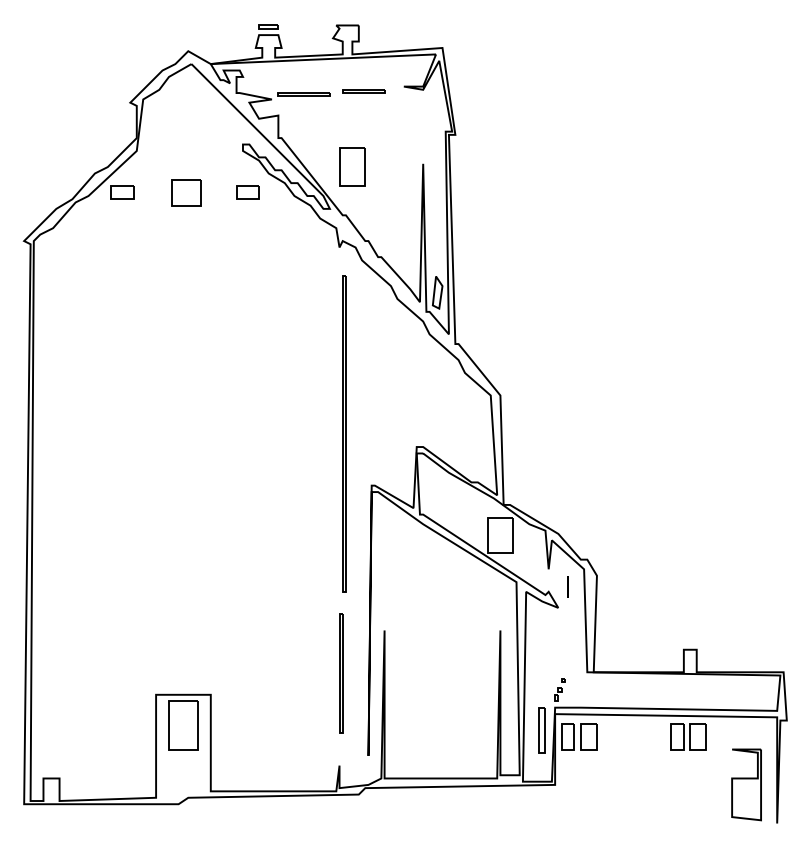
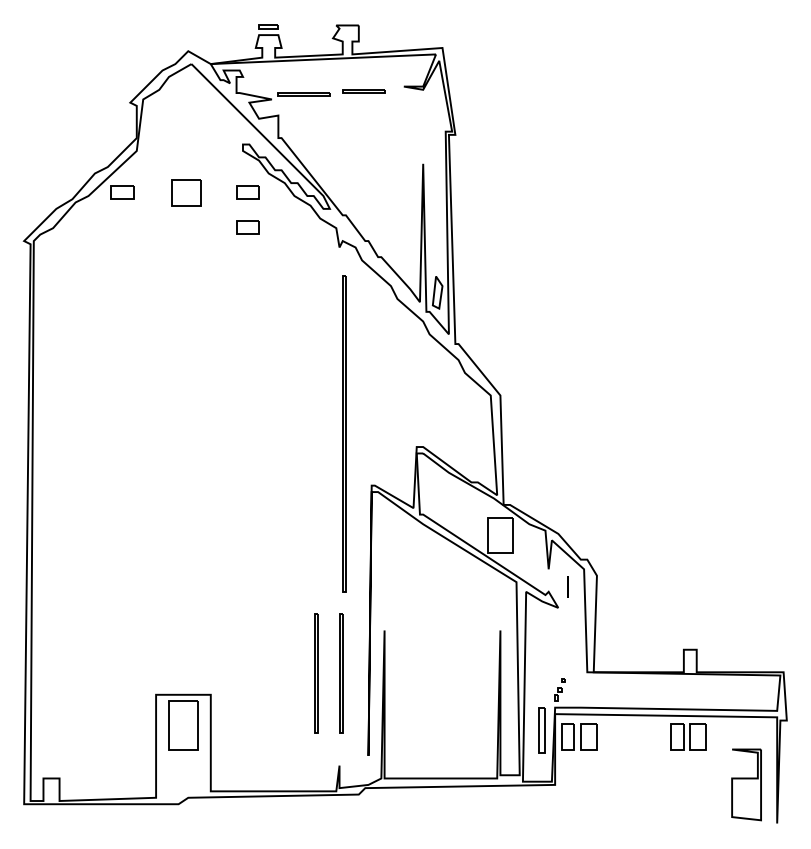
part at (352, 166): present -> none
part at (247, 227): none -> present
line at (315, 673): none -> present
